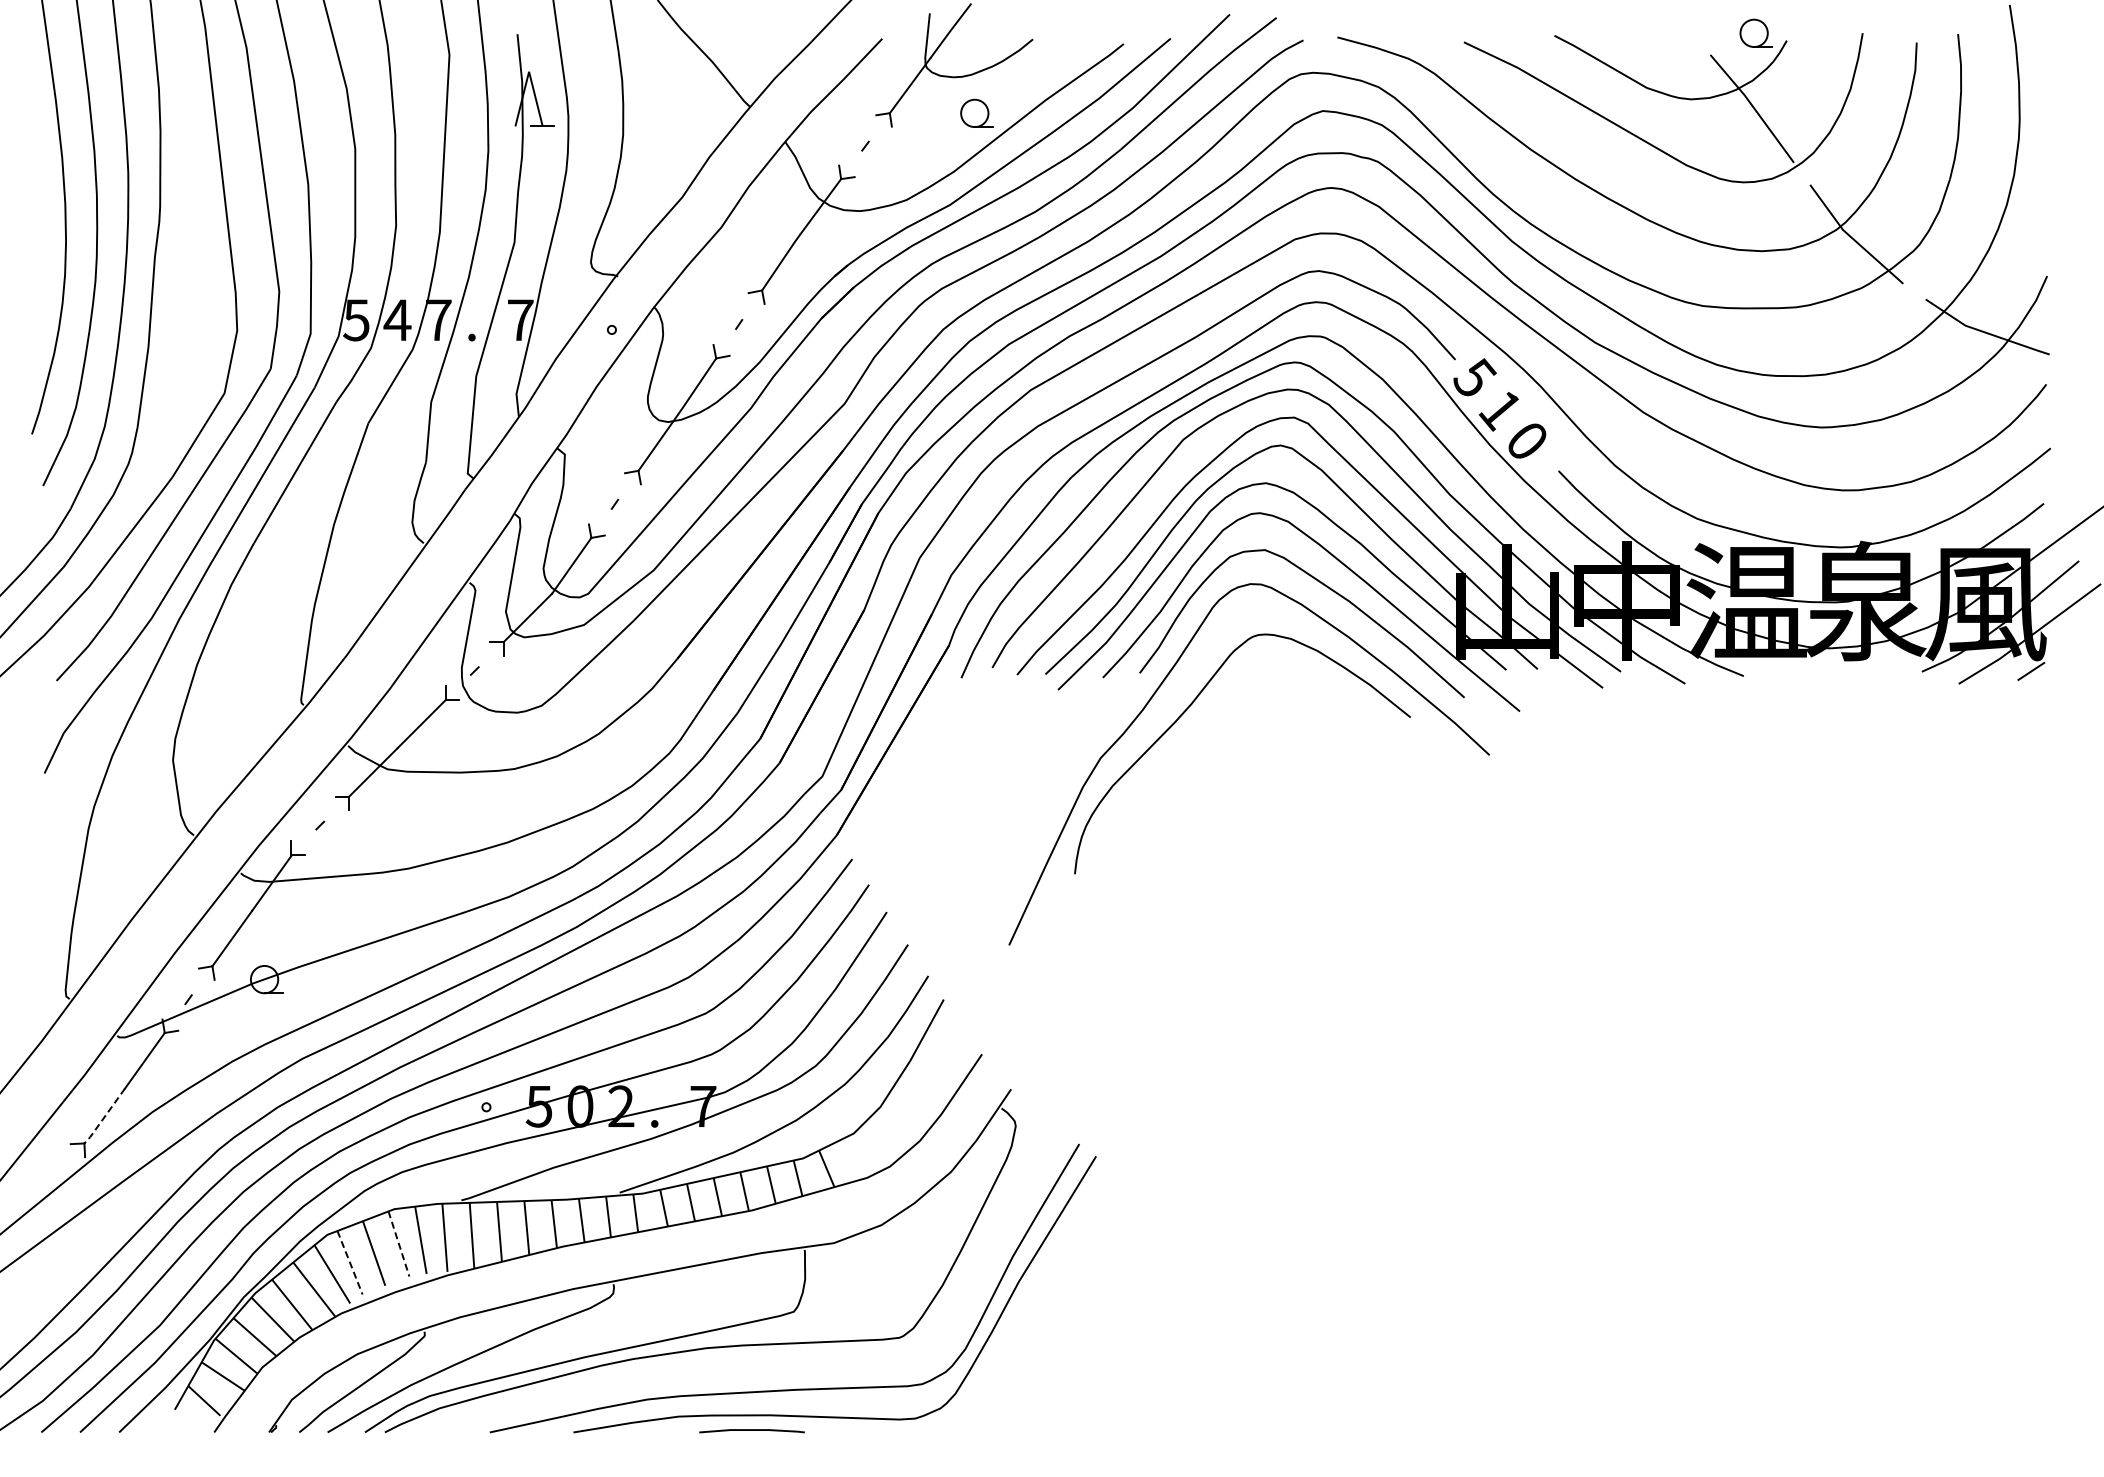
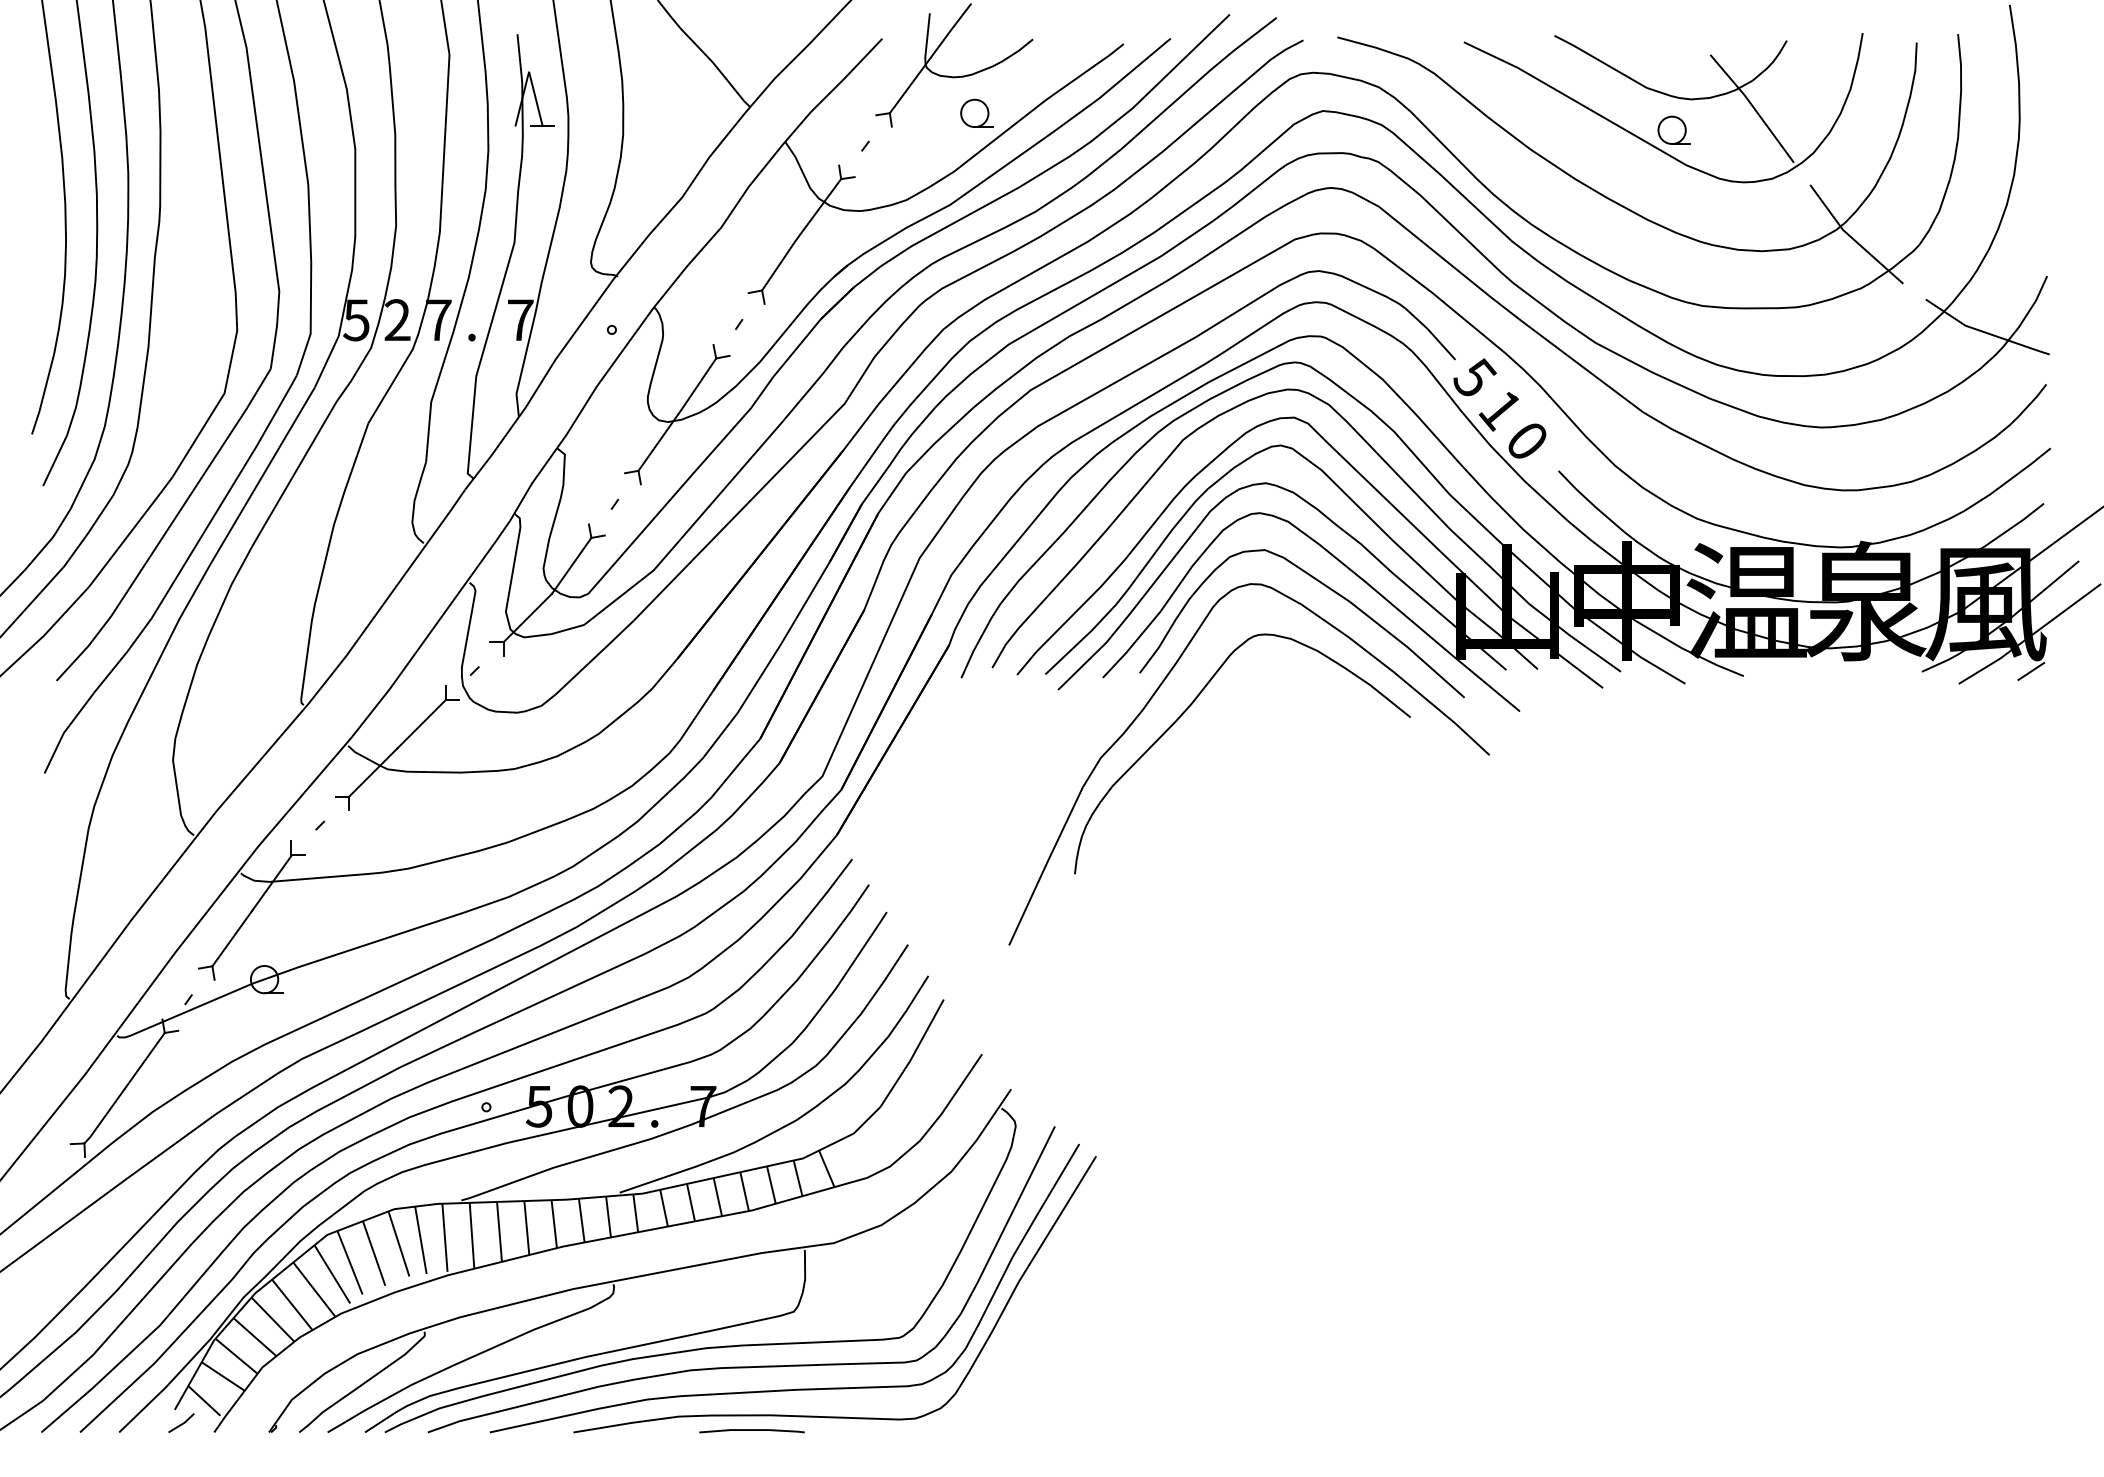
part at (1755, 32) position: (1755, 32) -> (1673, 129)
text at (397, 319): 4 -> 2
line at (104, 1116): dashed -> solid
line at (399, 1244): dashed -> solid
line at (350, 1263): dashed -> solid
curve at (741, 1366): none -> present
line at (182, 1422): none -> present
